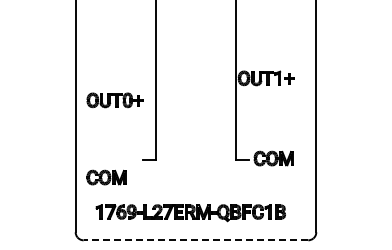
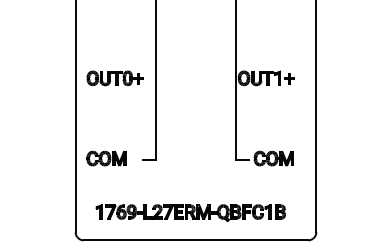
part at (114, 100) position: (114, 100) -> (114, 78)
part at (106, 177) position: (106, 177) -> (106, 158)
line at (195, 240): dashed -> solid
